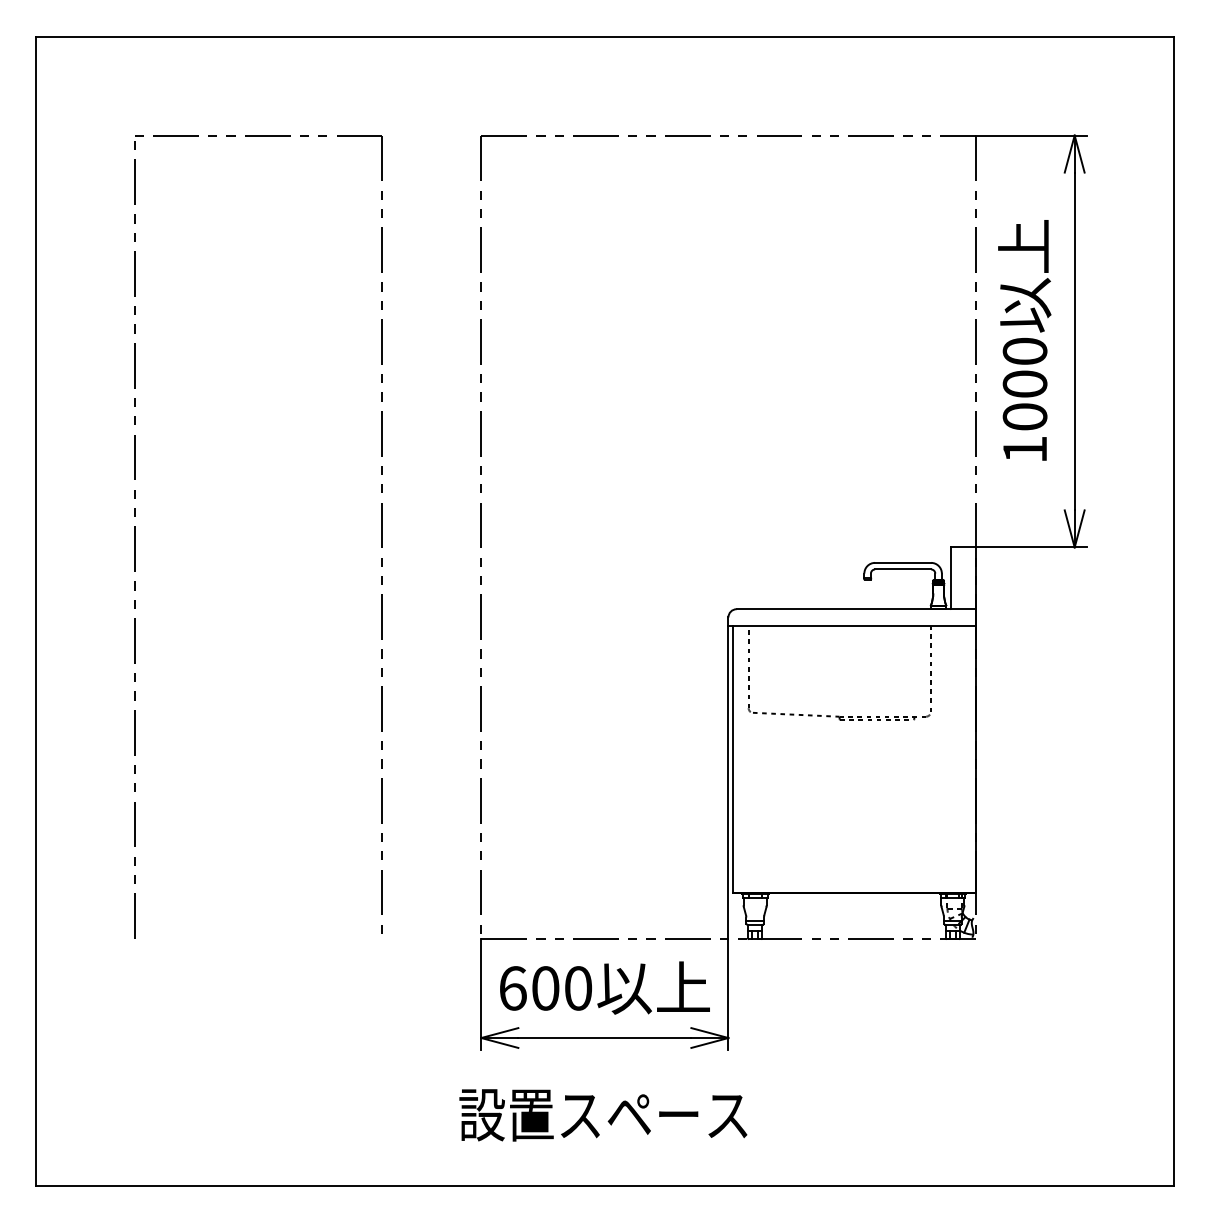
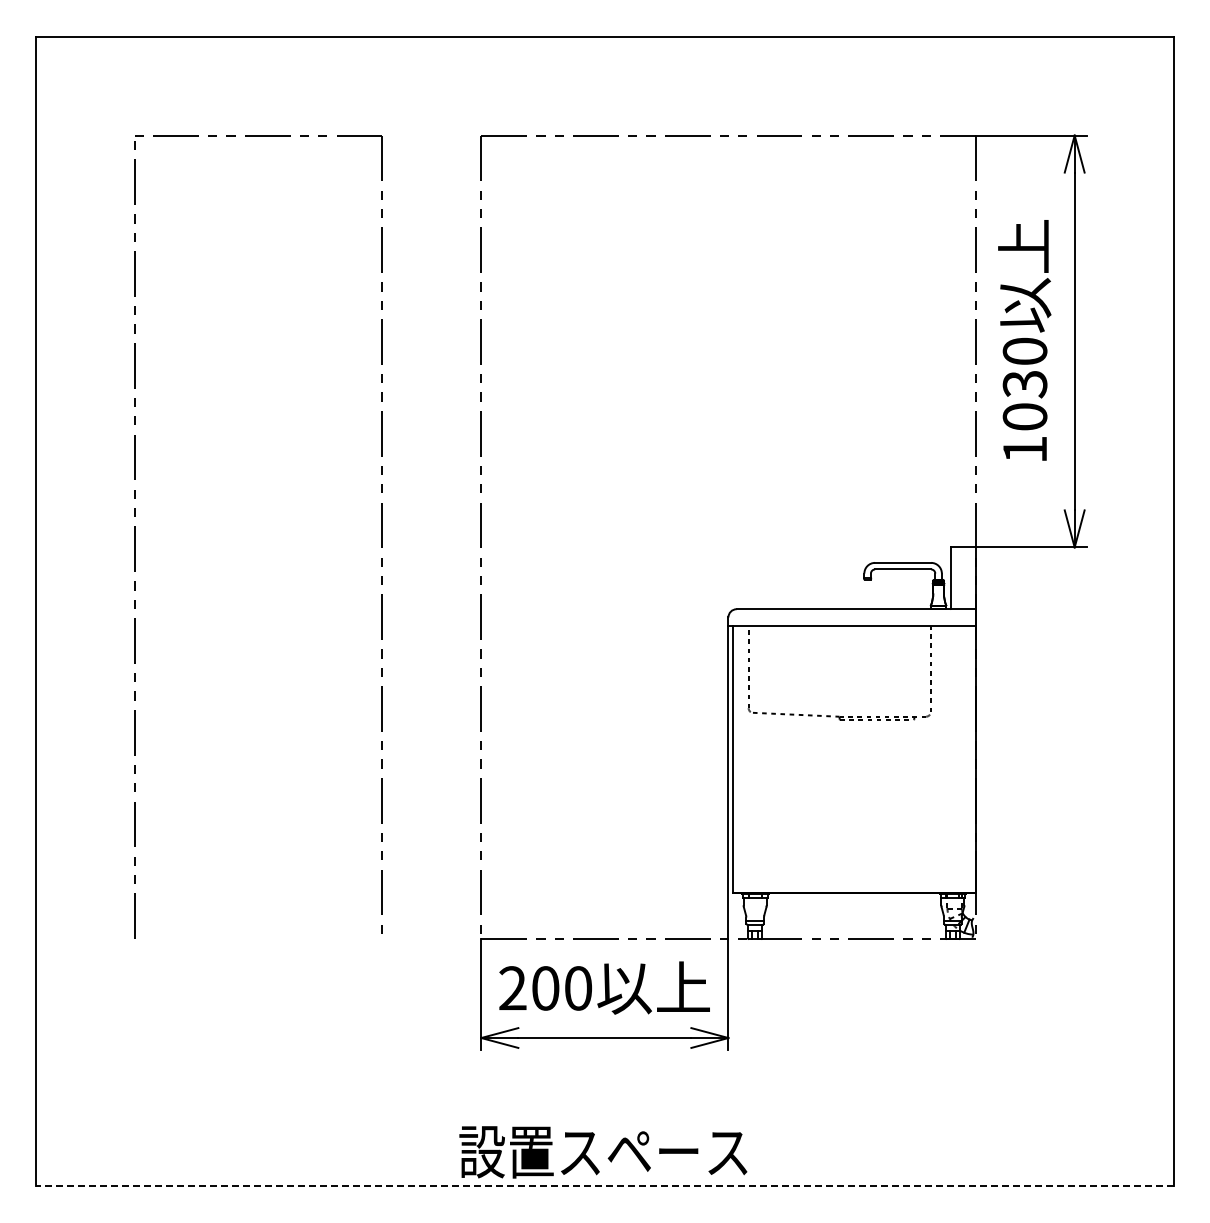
text at (1024, 384): 1000 -> 1030
text at (512, 988): 600 -> 200
text at (603, 1115) position: (603, 1115) -> (603, 1152)
line at (605, 1186): solid -> dashed
